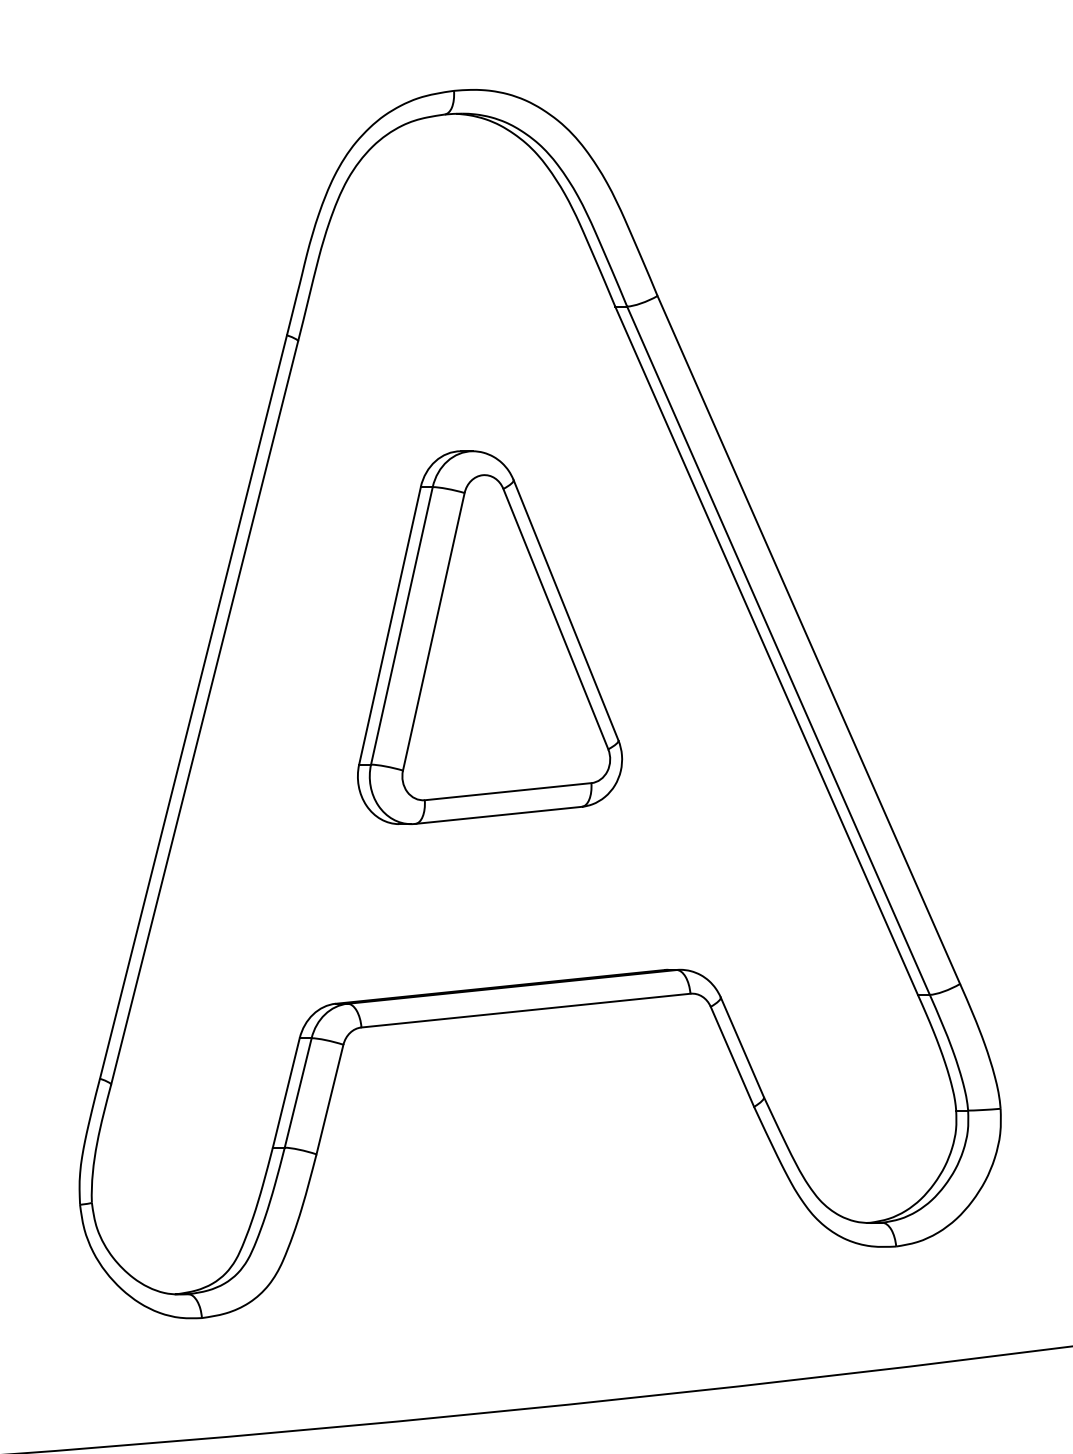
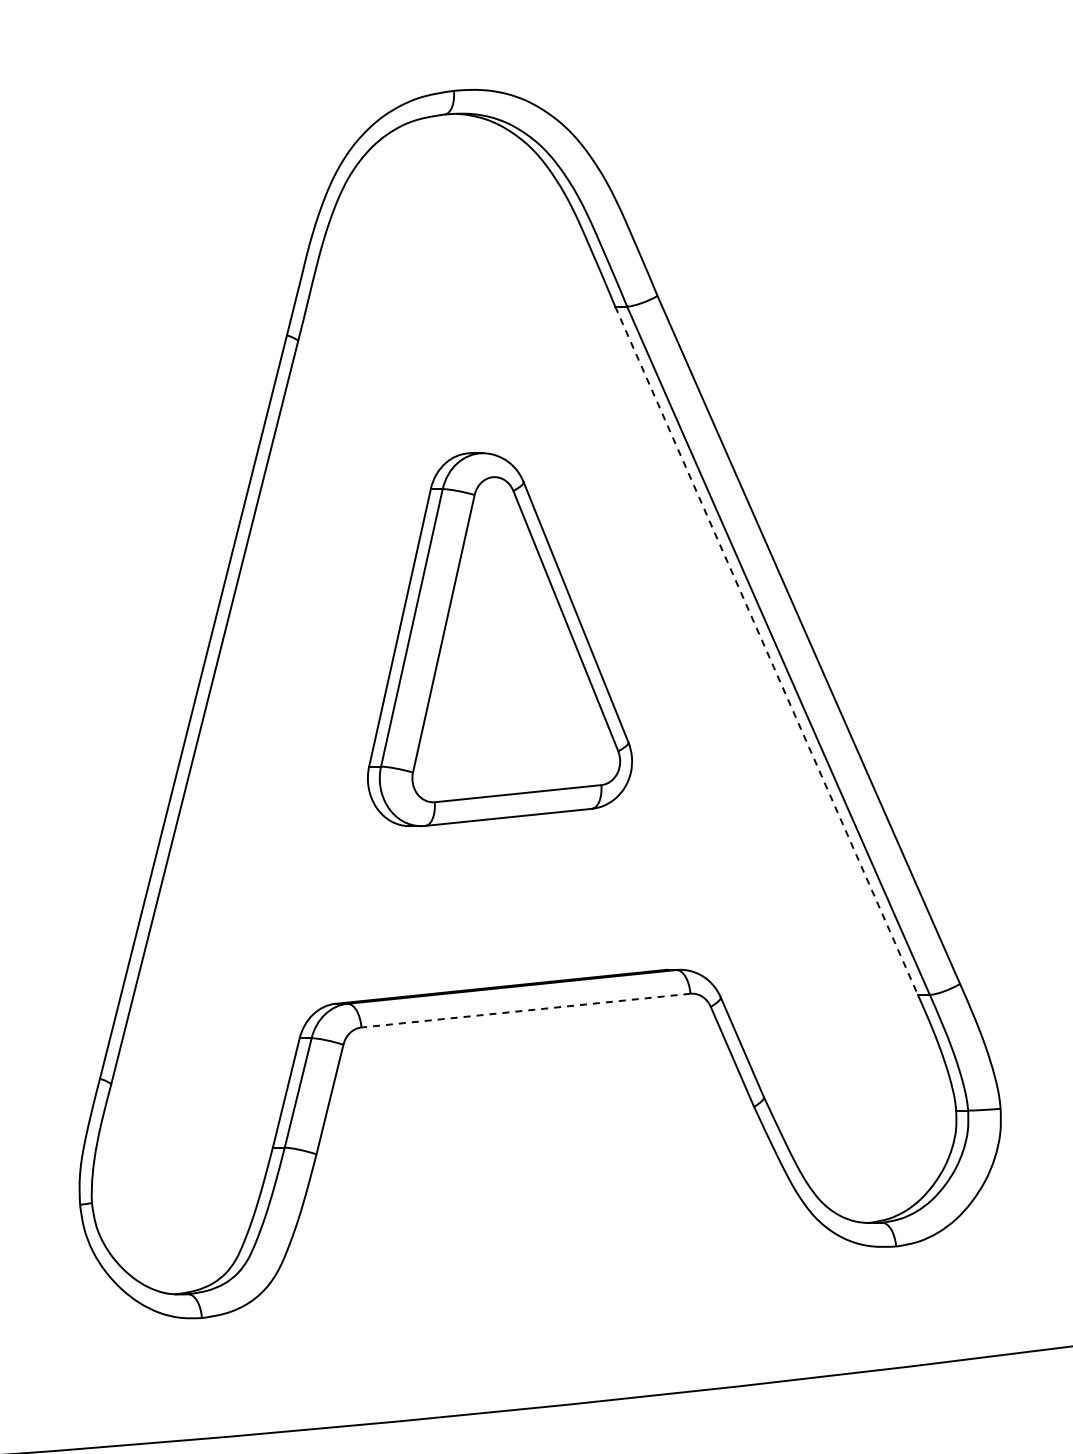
part at (490, 637) position: (490, 637) -> (500, 639)
line at (766, 650): solid -> dashed
line at (525, 1010): solid -> dashed
